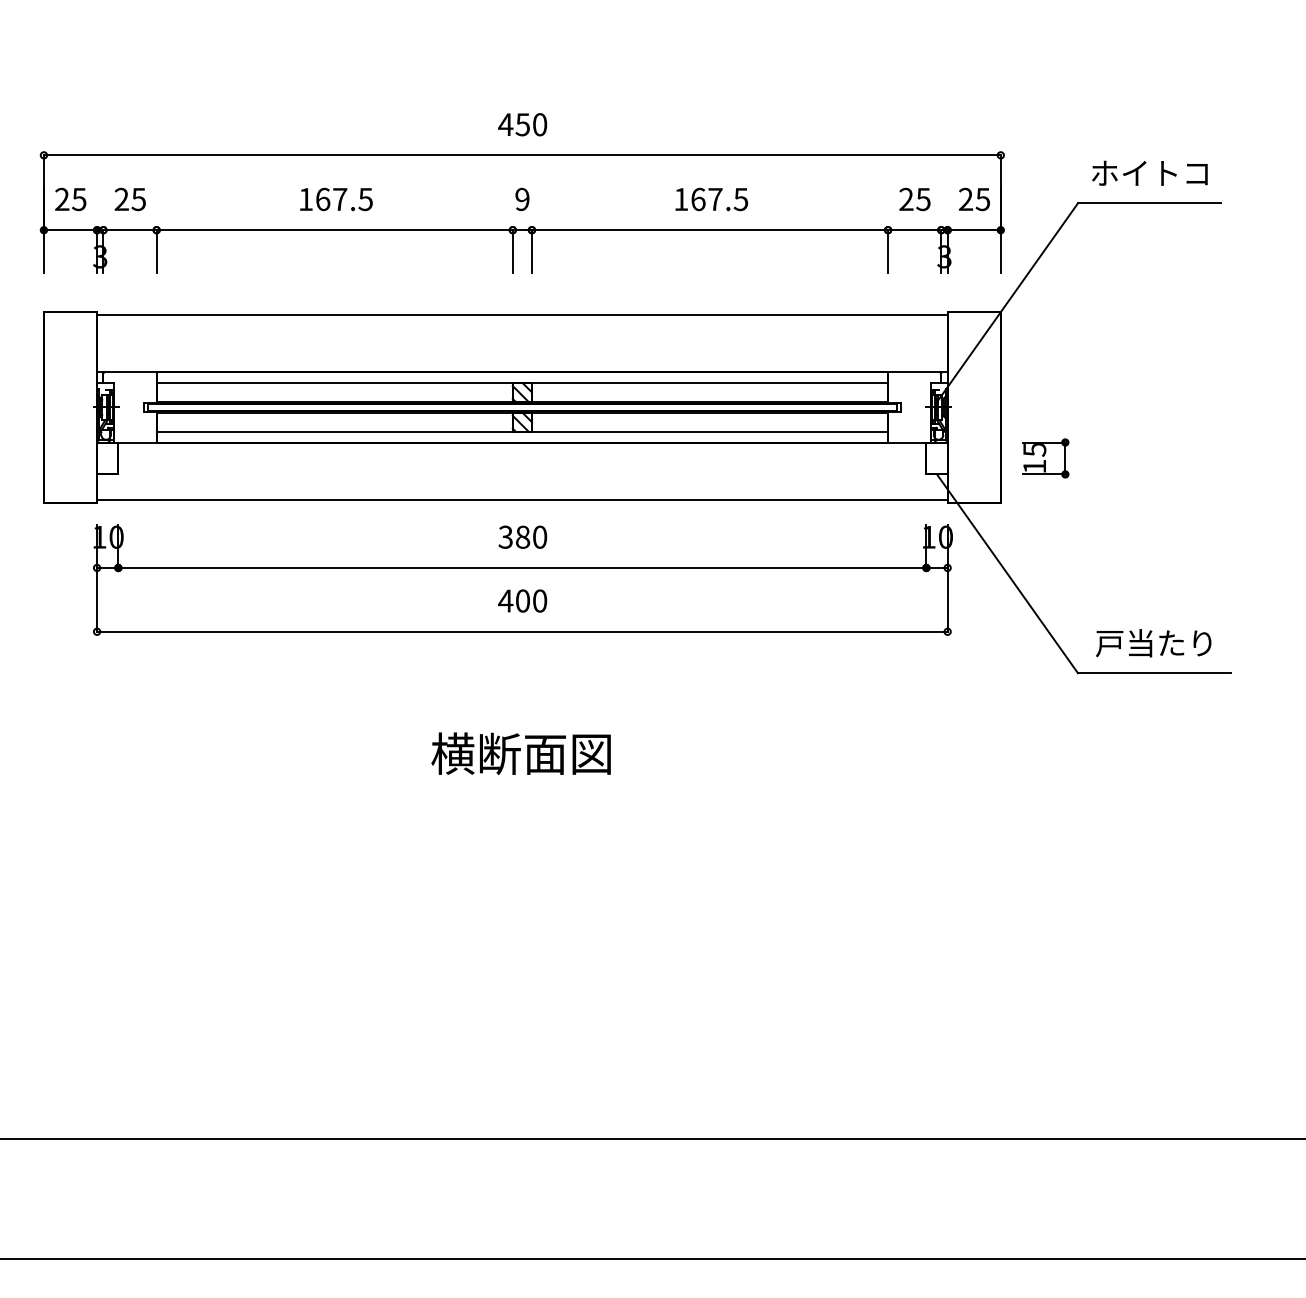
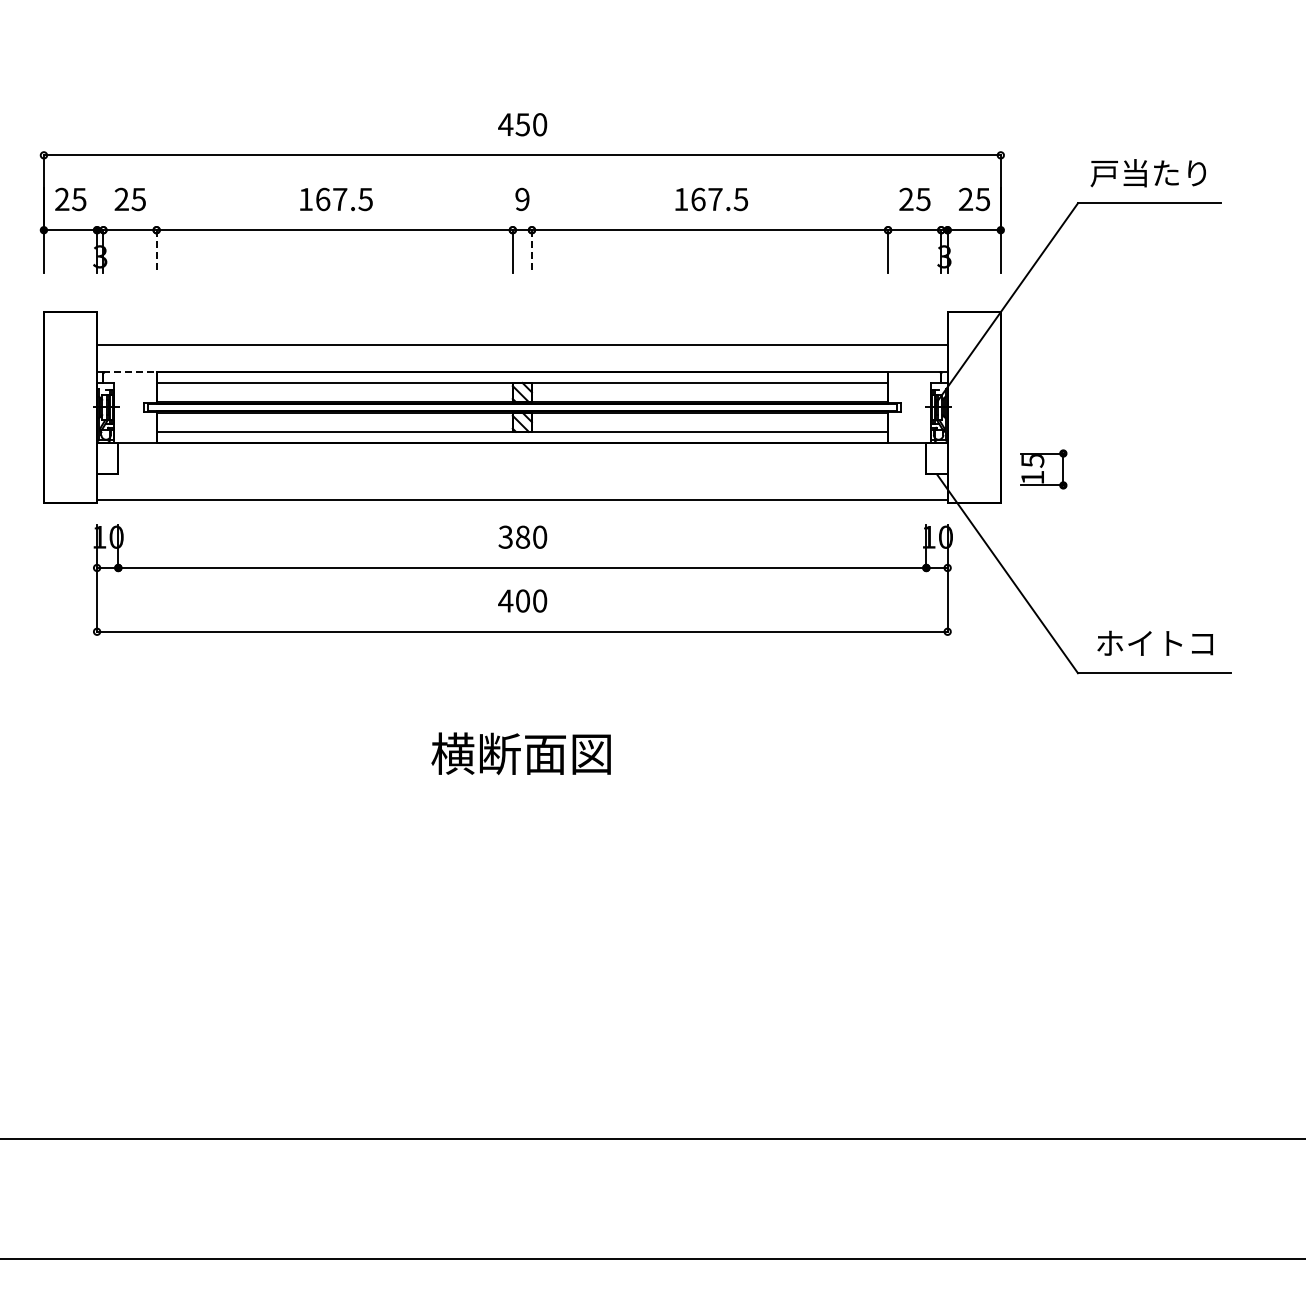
text at (1148, 173): ホイトコ -> 戸当たり
line at (156, 251): solid -> dashed
line at (531, 251): solid -> dashed
line at (522, 314) position: (522, 314) -> (522, 344)
line at (130, 372): solid -> dashed
part at (1045, 458) position: (1045, 458) -> (1043, 469)
text at (1154, 643): 戸当たり -> ホイトコ
